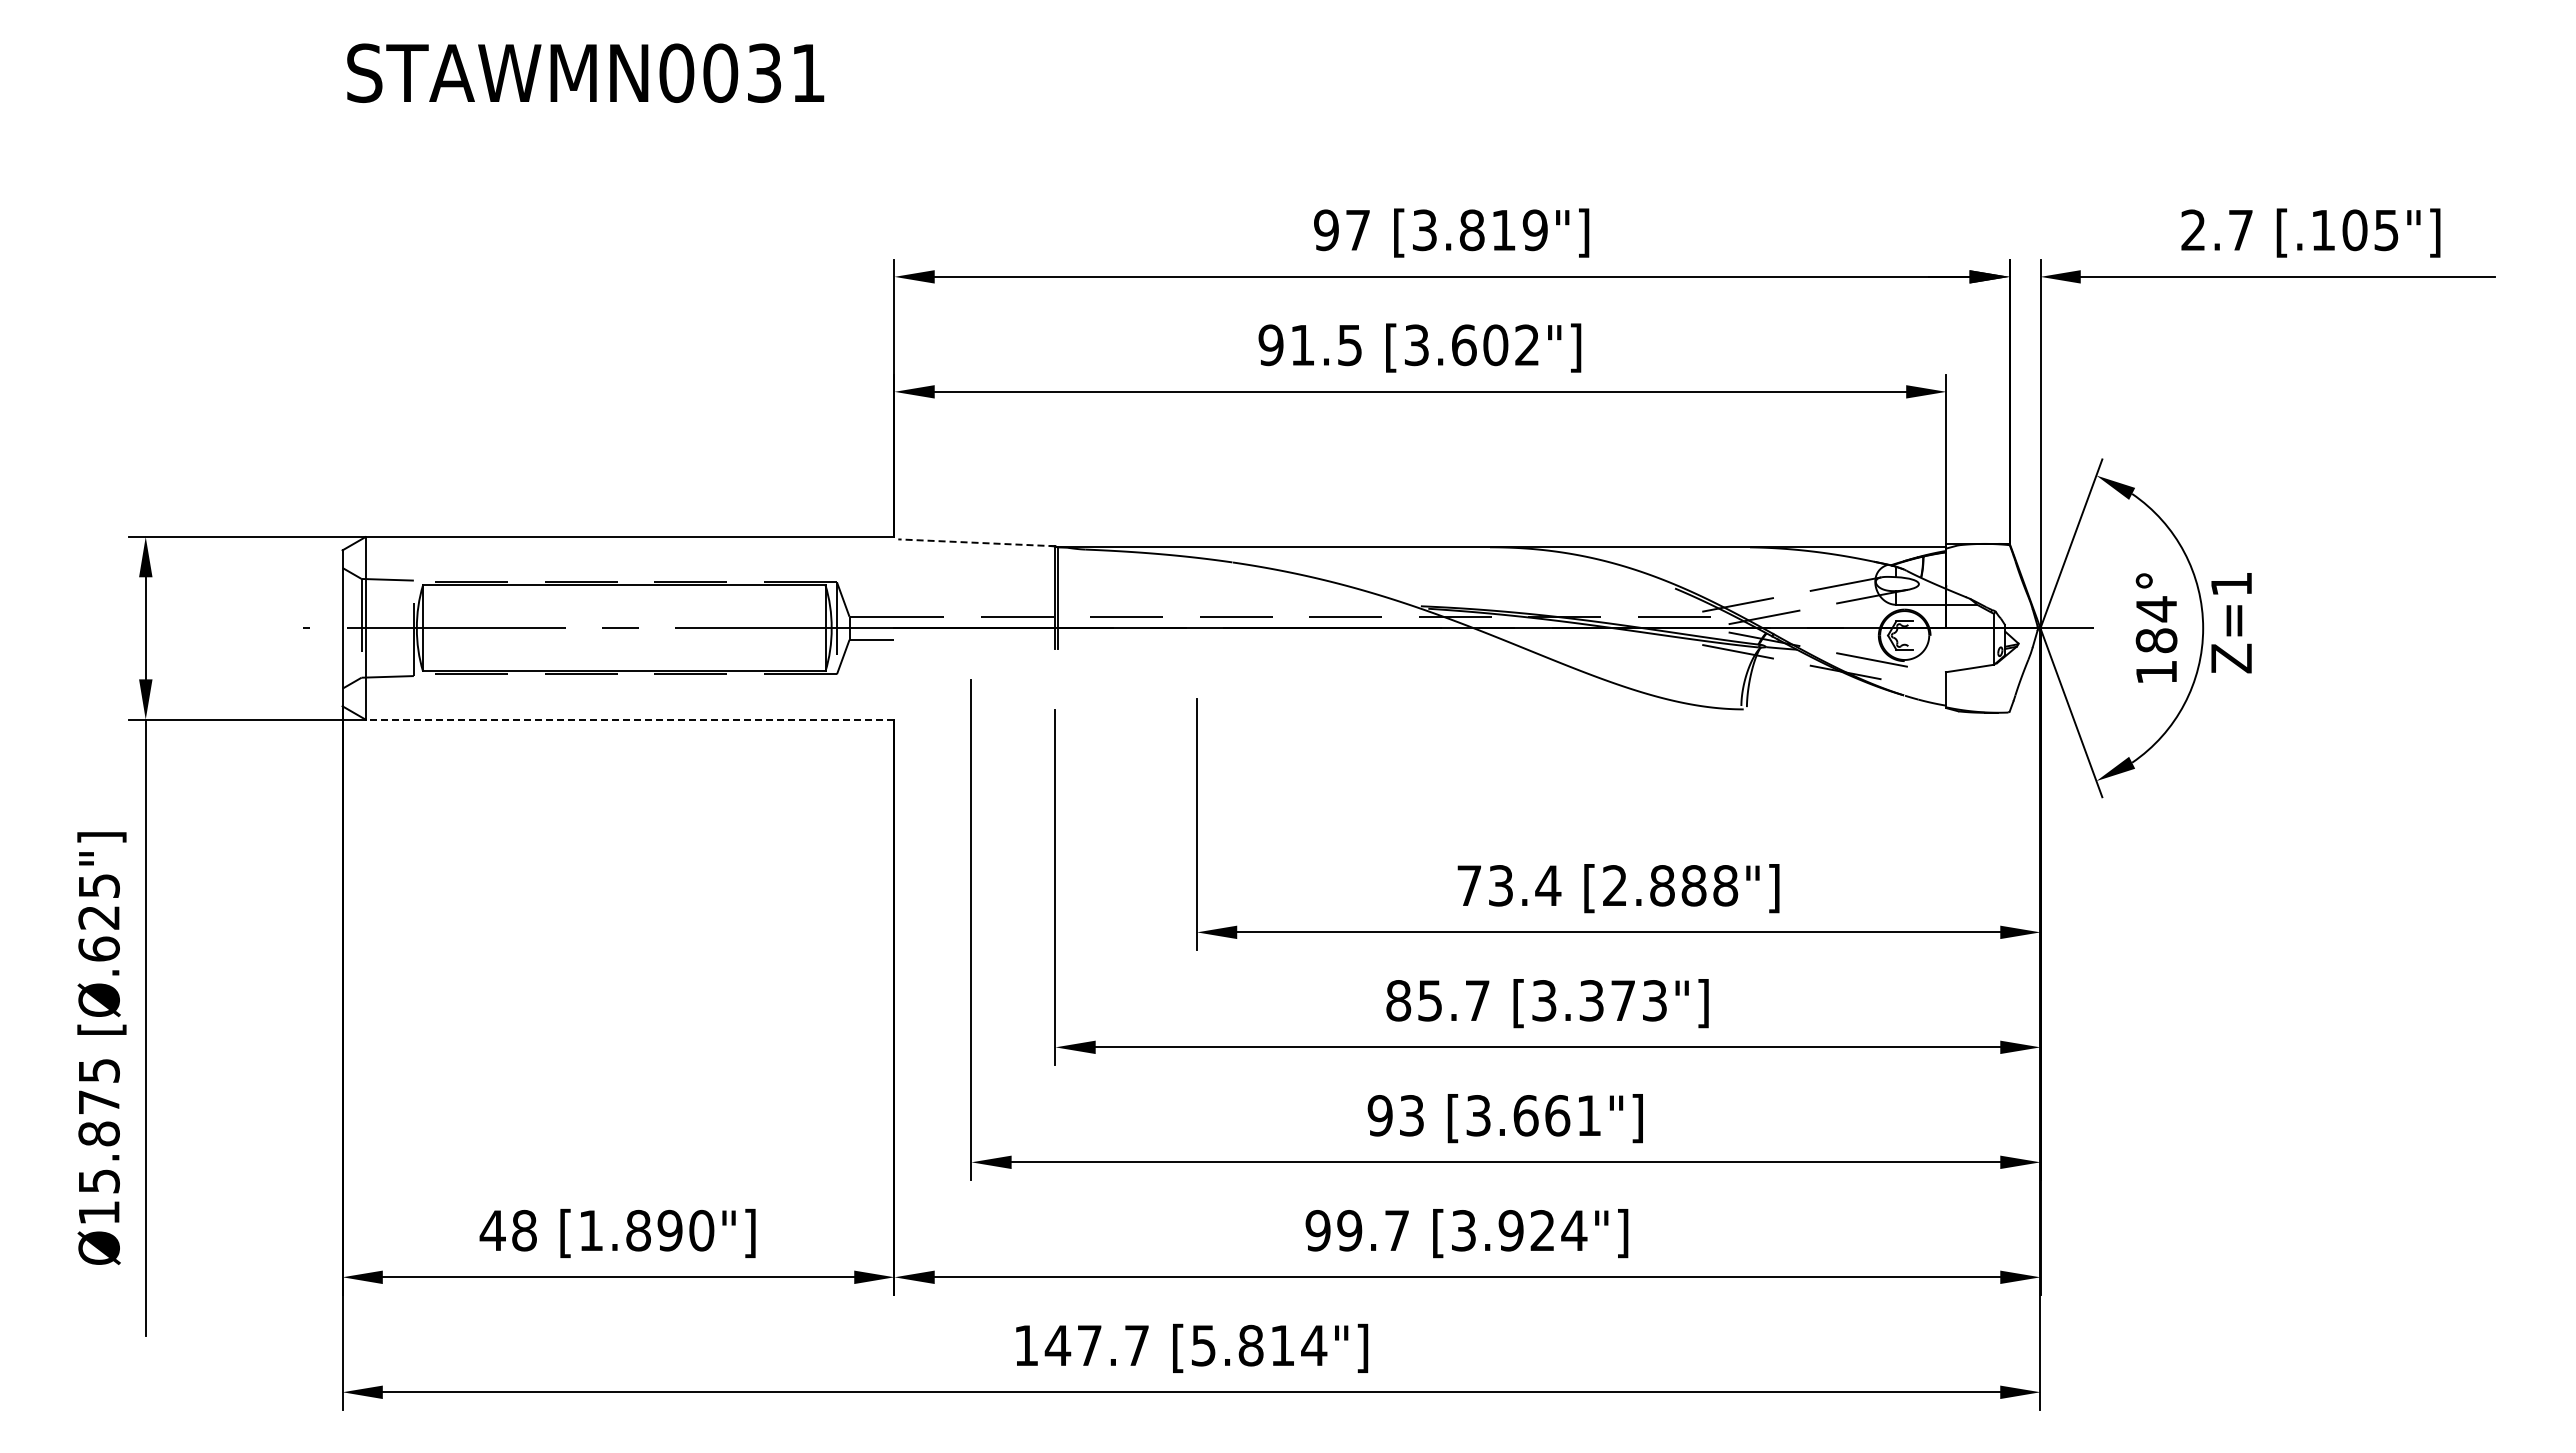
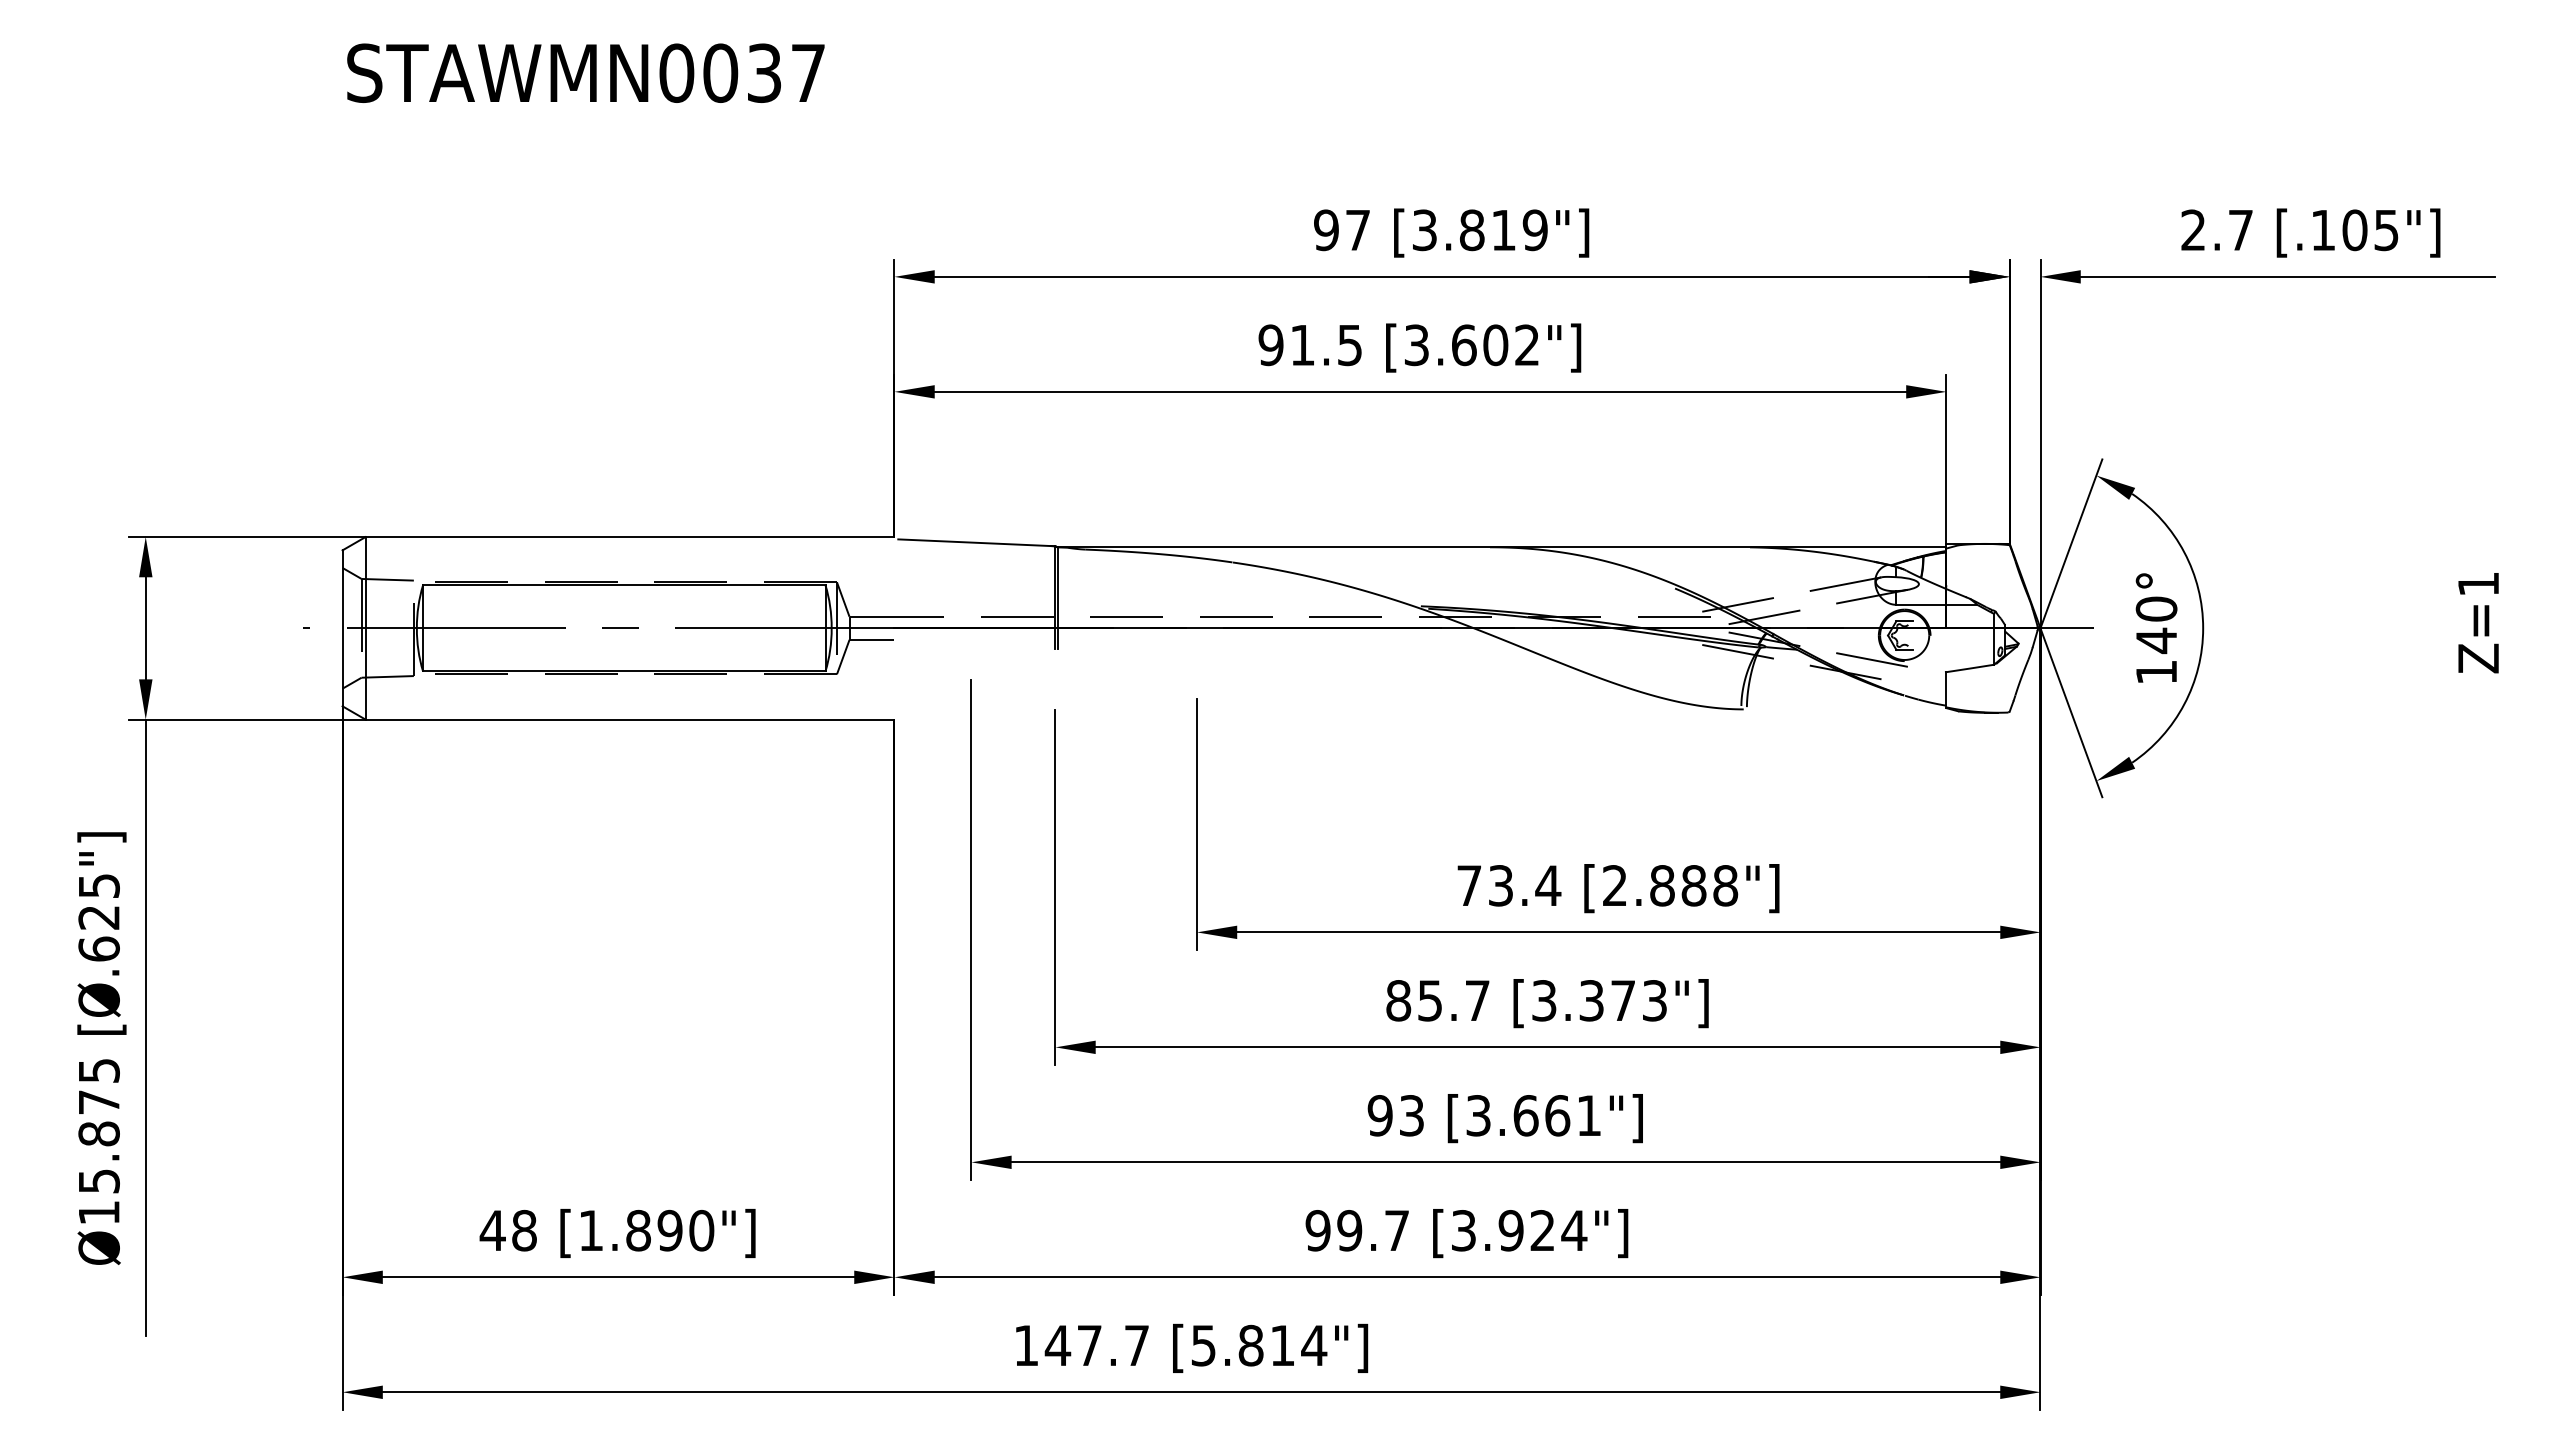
text at (808, 72): STAWMN0031 -> STAWMN0037
line at (976, 542): dashed -> solid
text at (2231, 623) position: (2231, 623) -> (2478, 623)
text at (2156, 625): 184° -> 140°
line at (629, 719): dashed -> solid
